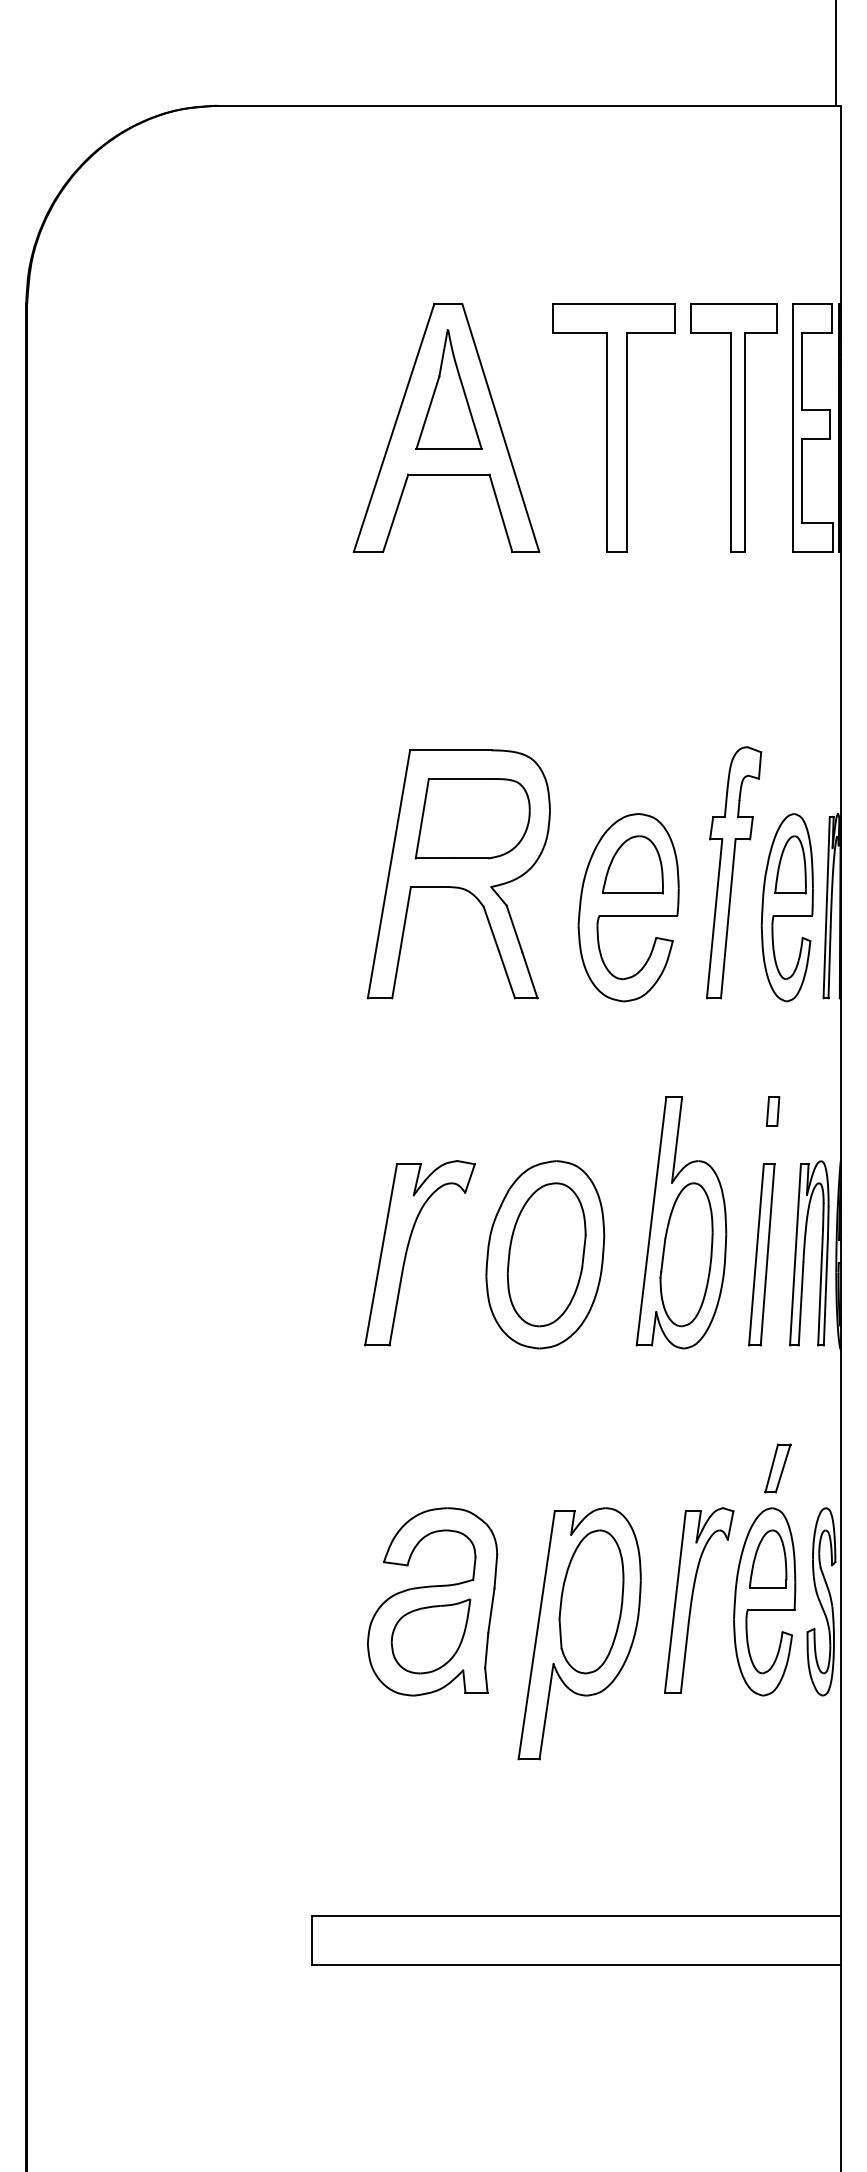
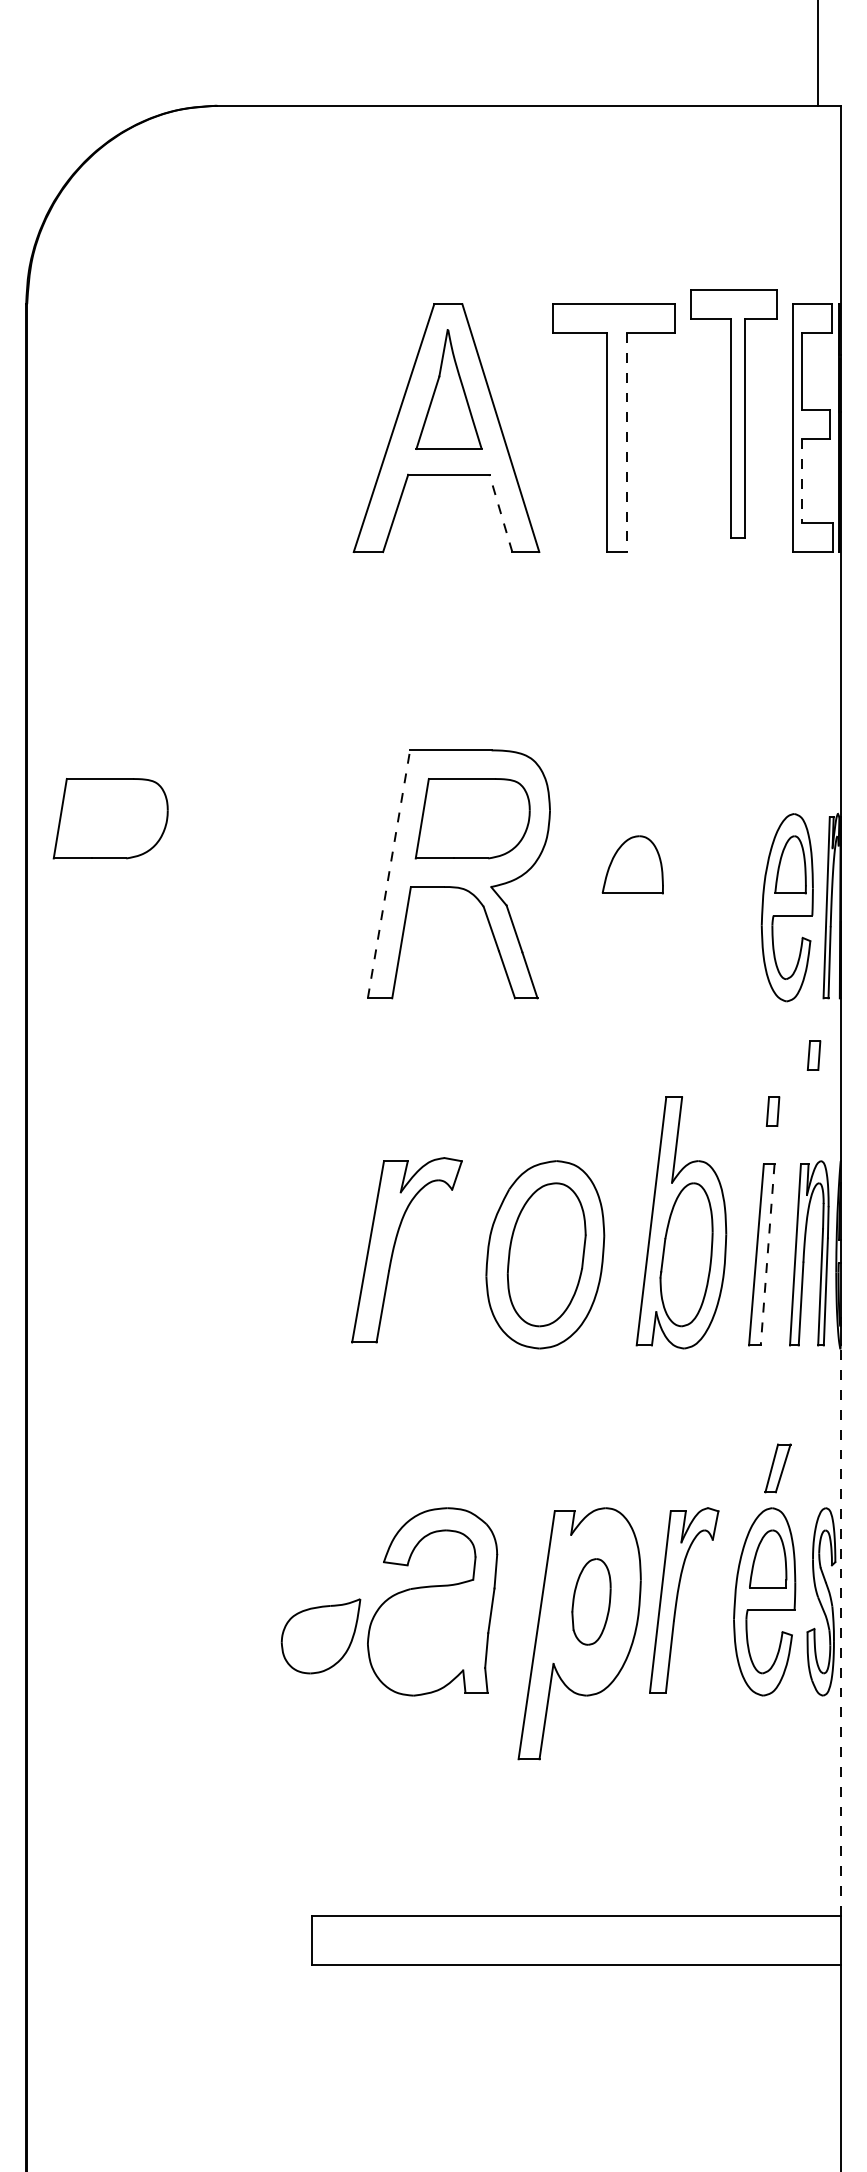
line at (835, 53) position: (835, 53) -> (817, 53)
part at (733, 427) position: (733, 427) -> (733, 413)
line at (626, 443): solid -> dashed
line at (802, 481): solid -> dashed
line at (500, 512): solid -> dashed
part at (110, 818): none -> present
part at (734, 872): present -> none
line at (388, 874): solid -> dashed
part at (628, 907): present -> none
part at (813, 1055): none -> present
part at (407, 1252) position: (407, 1252) -> (394, 1249)
line at (767, 1254): solid -> dashed
part at (692, 1600) position: (692, 1600) -> (677, 1600)
part at (591, 1601) size: 67x146 px -> 41x88 px
line at (840, 1629): solid -> dashed
part at (430, 1636) position: (430, 1636) -> (320, 1636)
